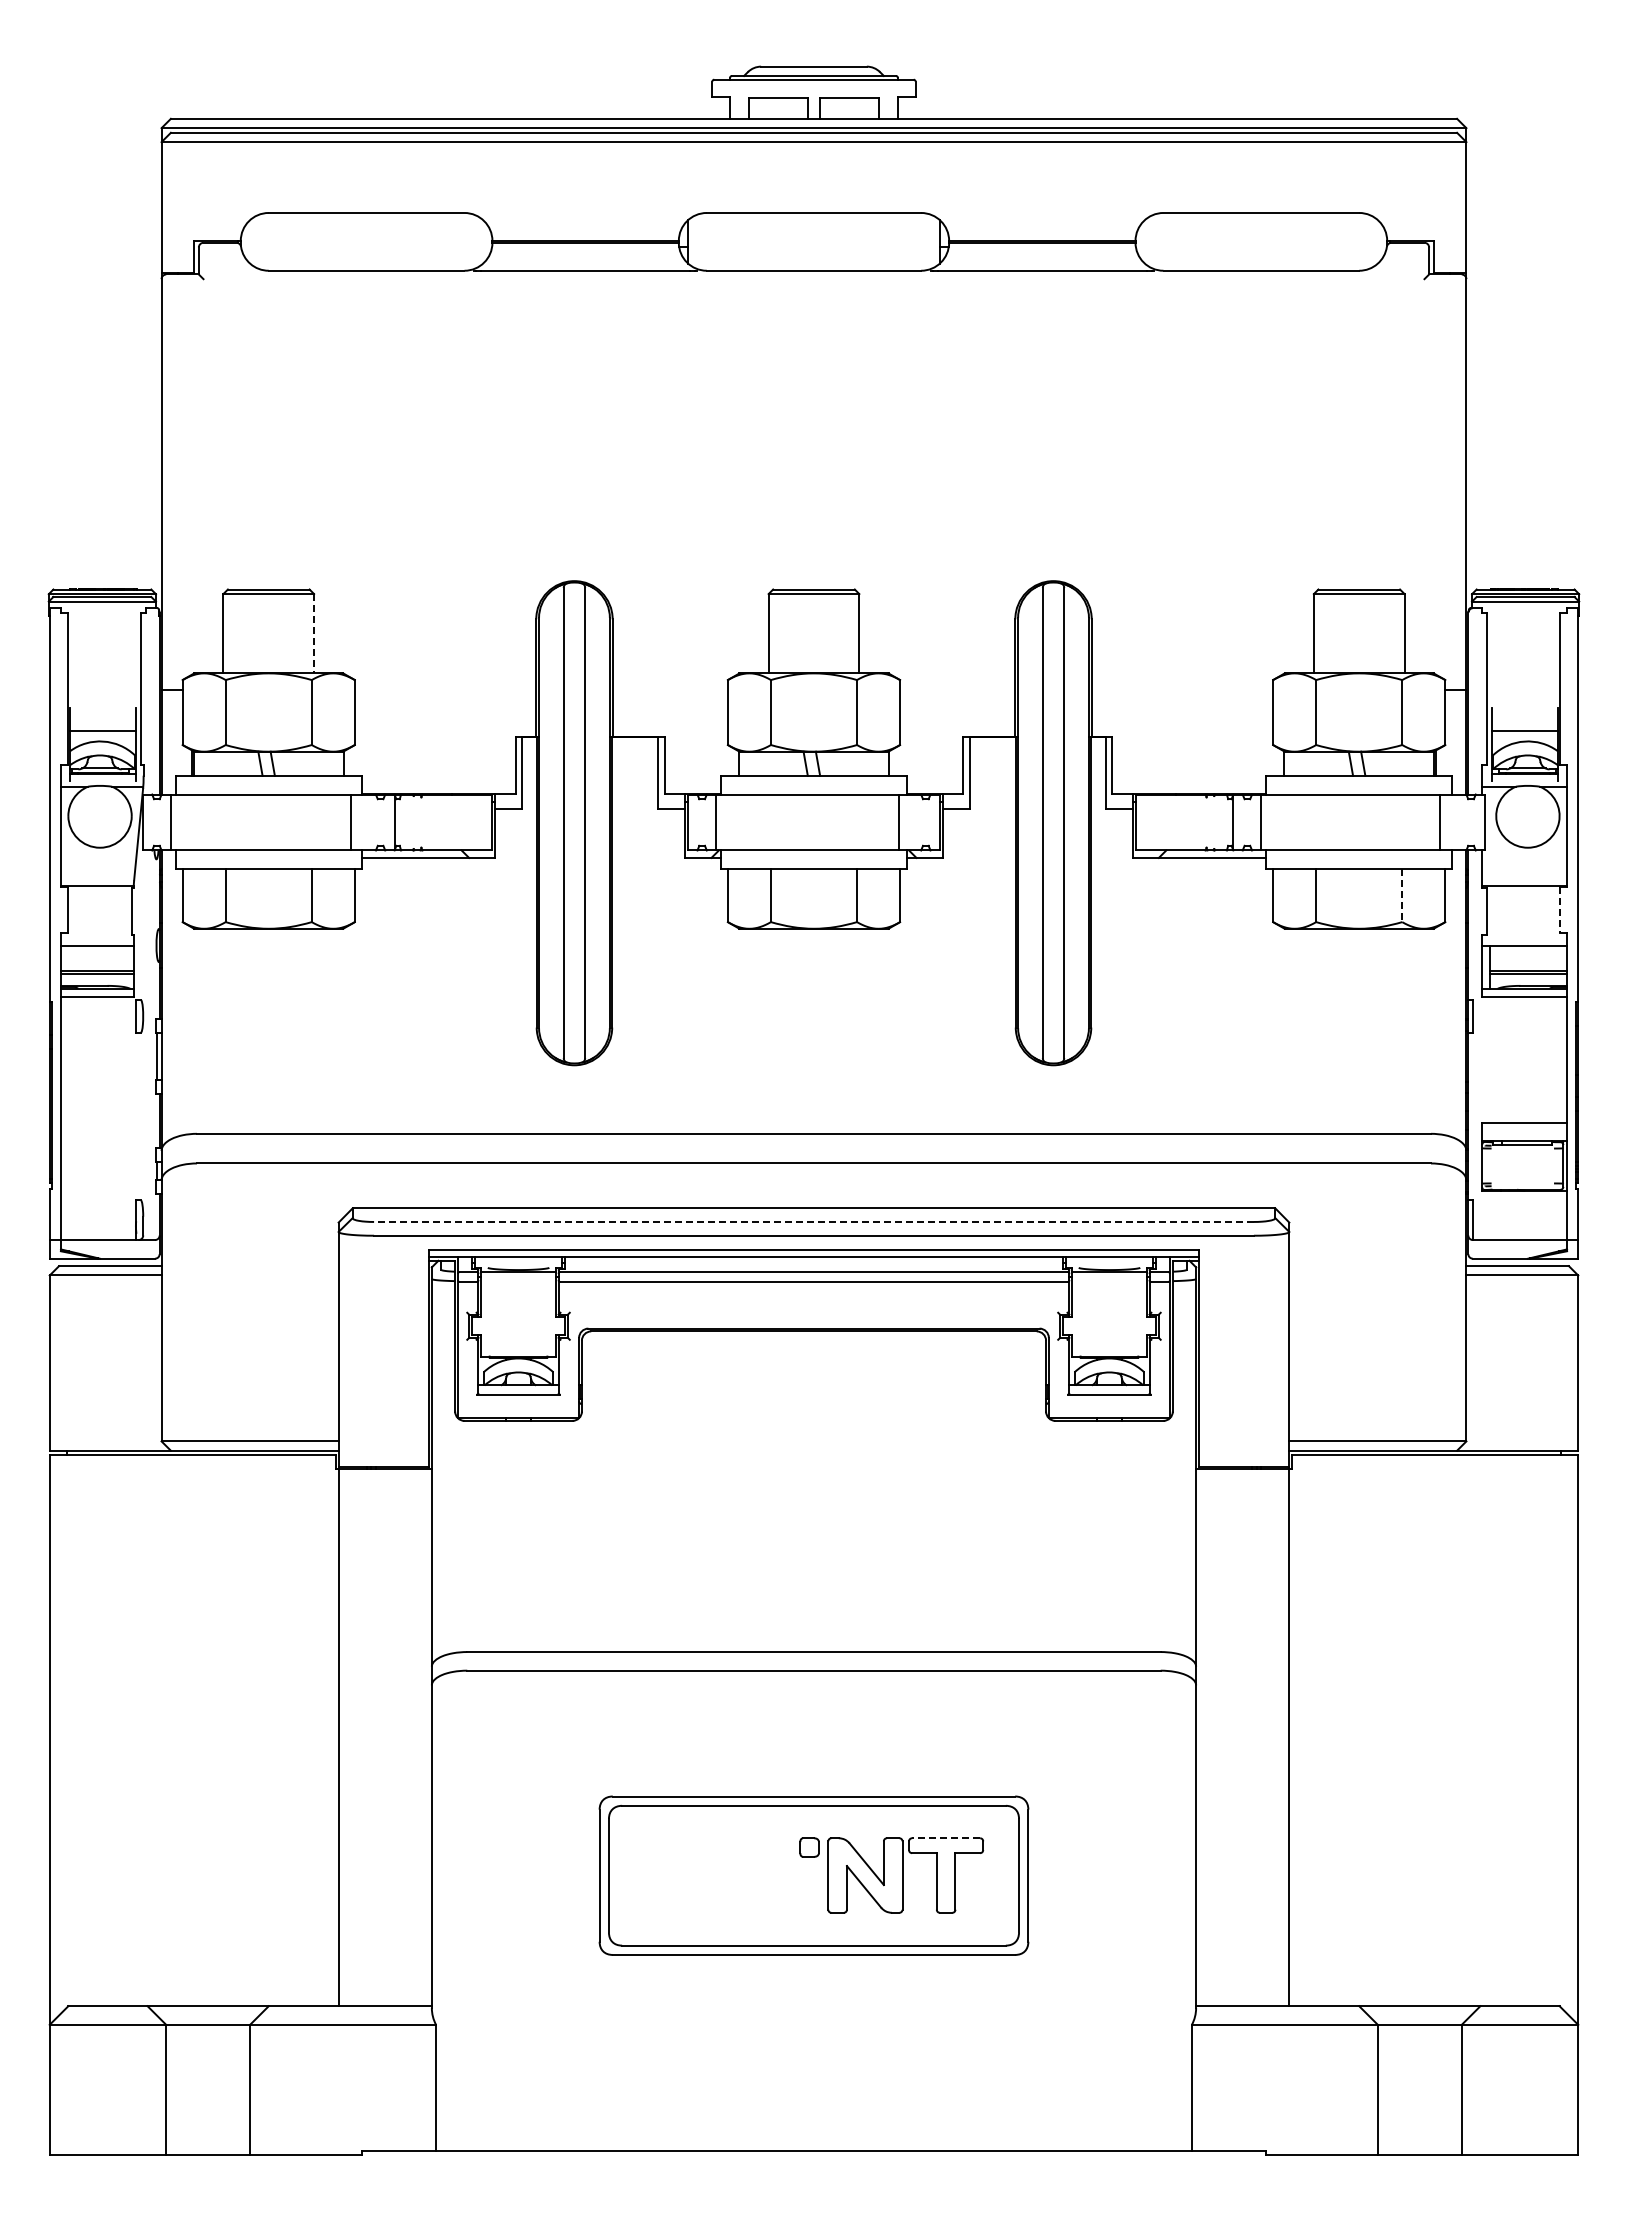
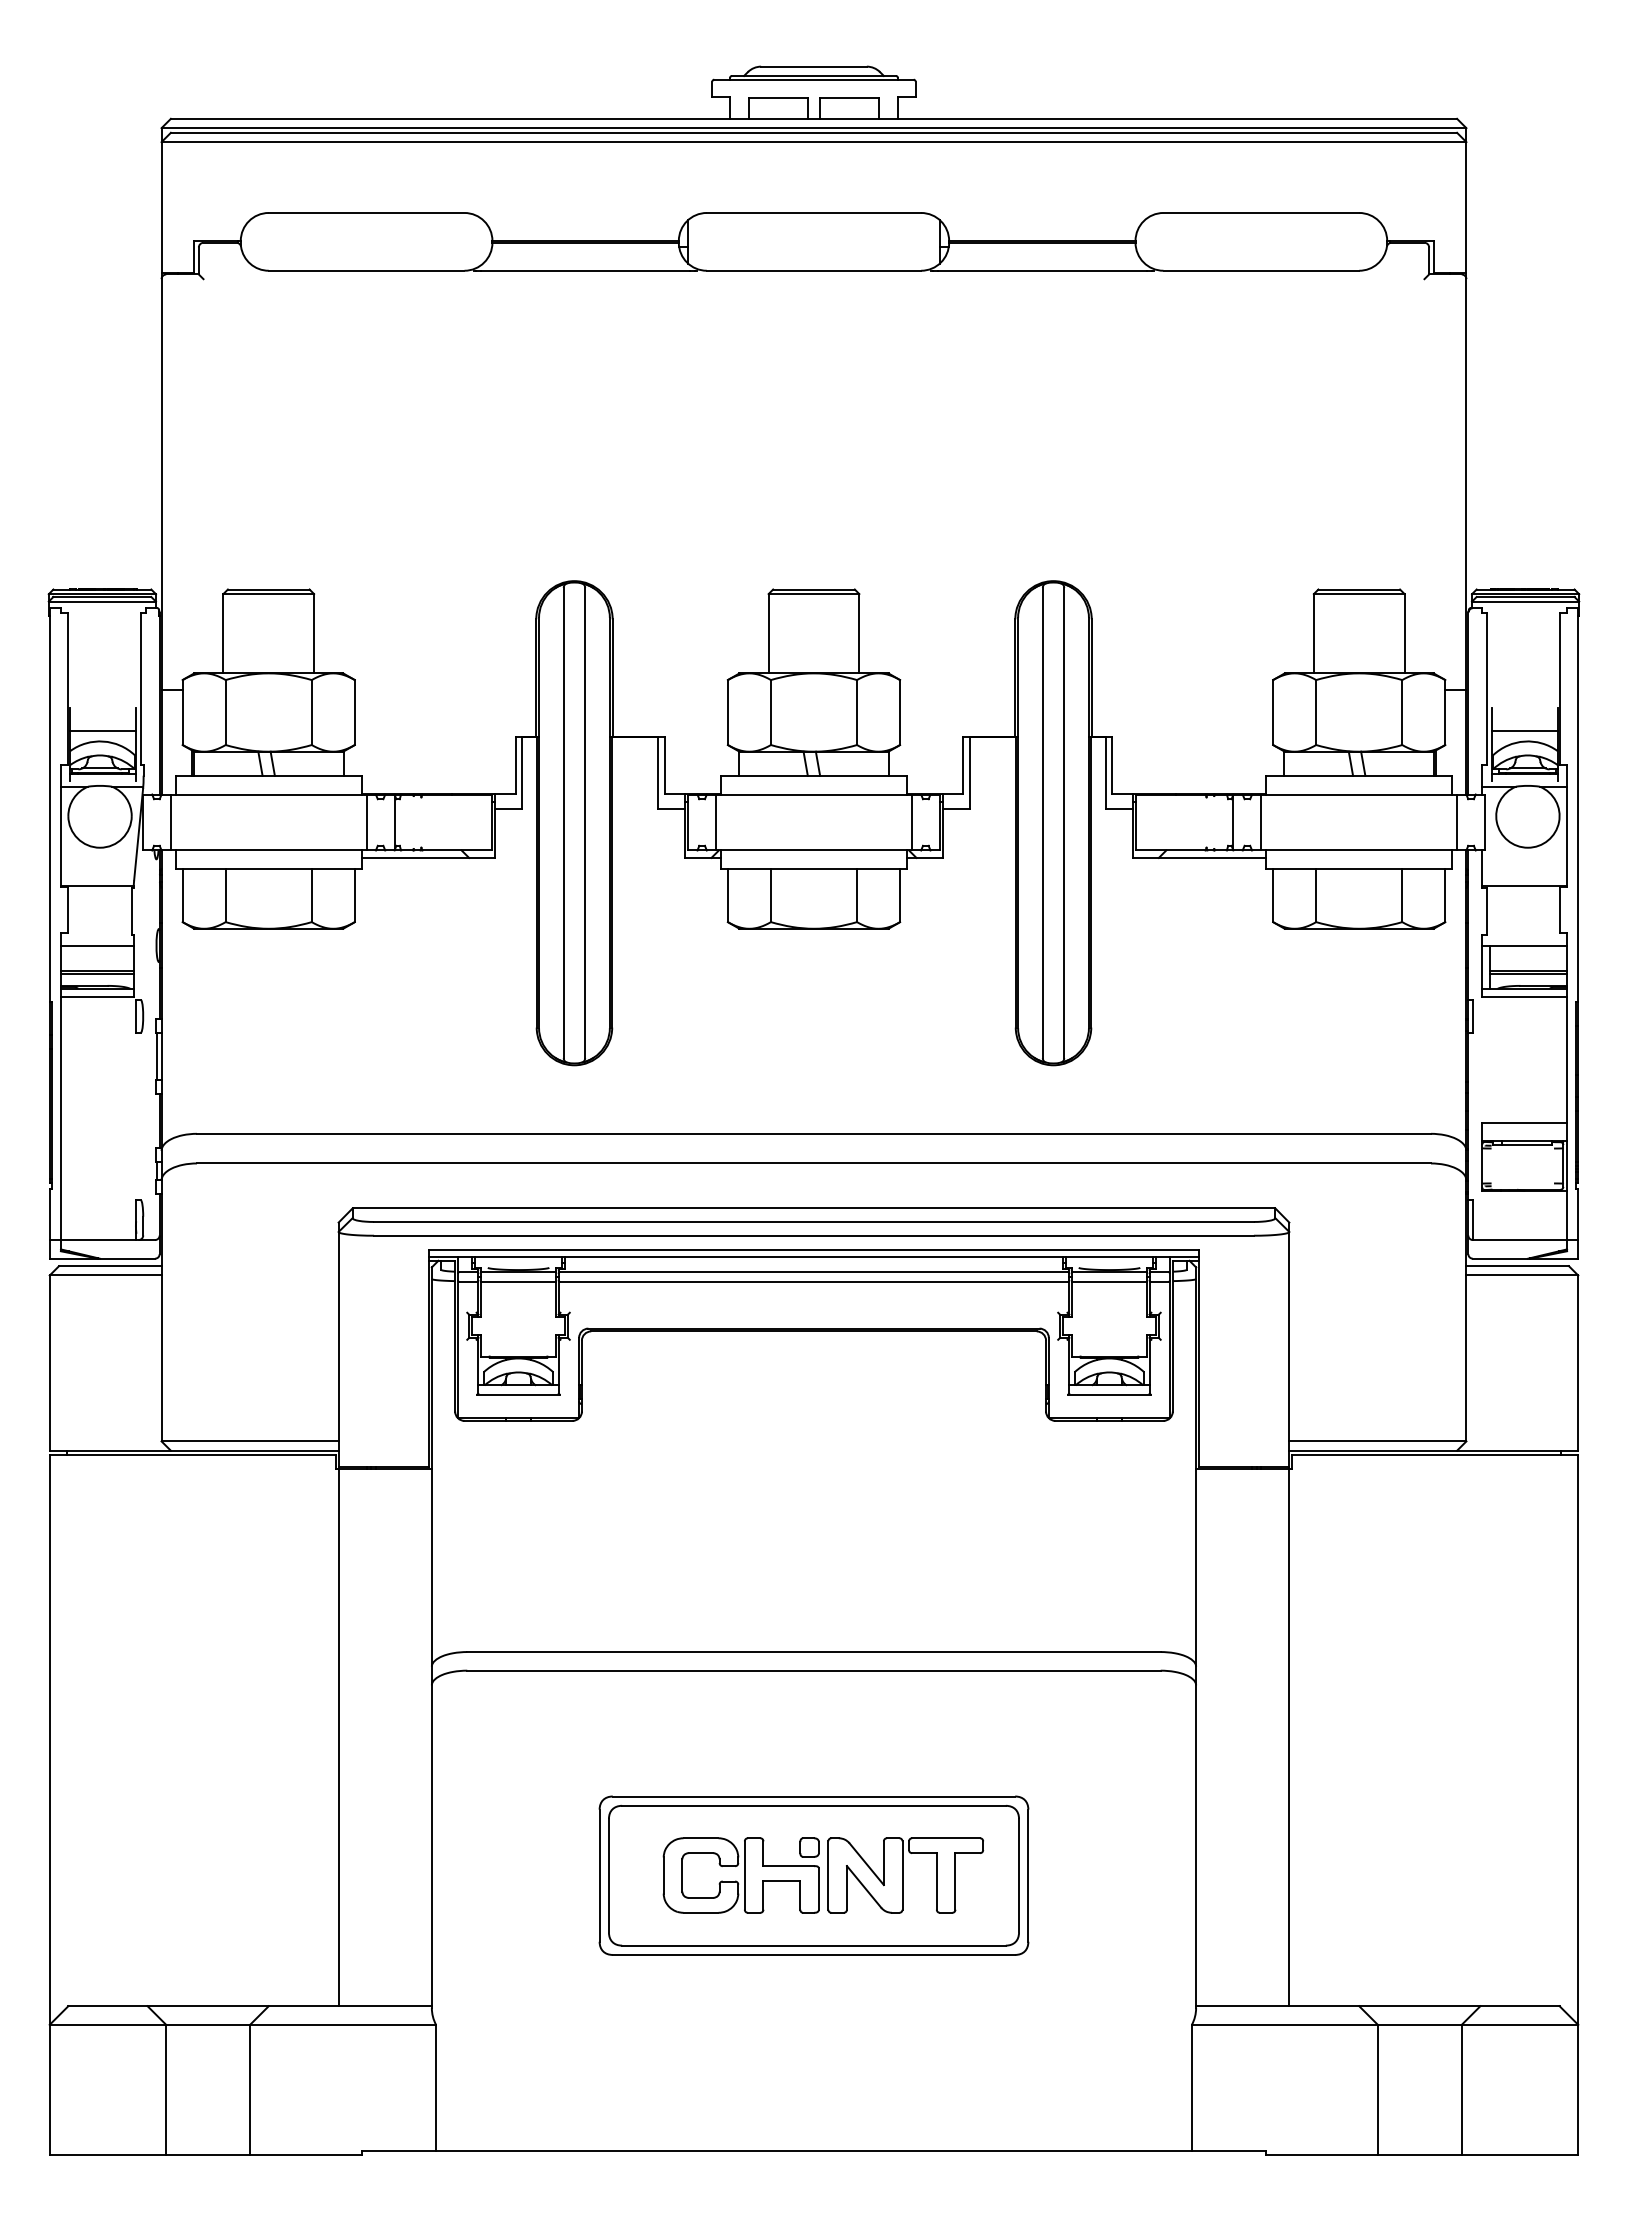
line at (314, 633): dashed -> solid
line at (350, 822) position: (350, 822) -> (366, 822)
line at (898, 822) position: (898, 822) -> (911, 822)
line at (1440, 822) position: (1440, 822) -> (1457, 822)
line at (1402, 896): dashed -> solid
line at (1559, 910): dashed -> solid
line at (813, 1221): dashed -> solid
line at (518, 1282): none -> present
line at (1109, 1282): none -> present
line at (945, 1838): dashed -> solid
part at (740, 1875): none -> present
